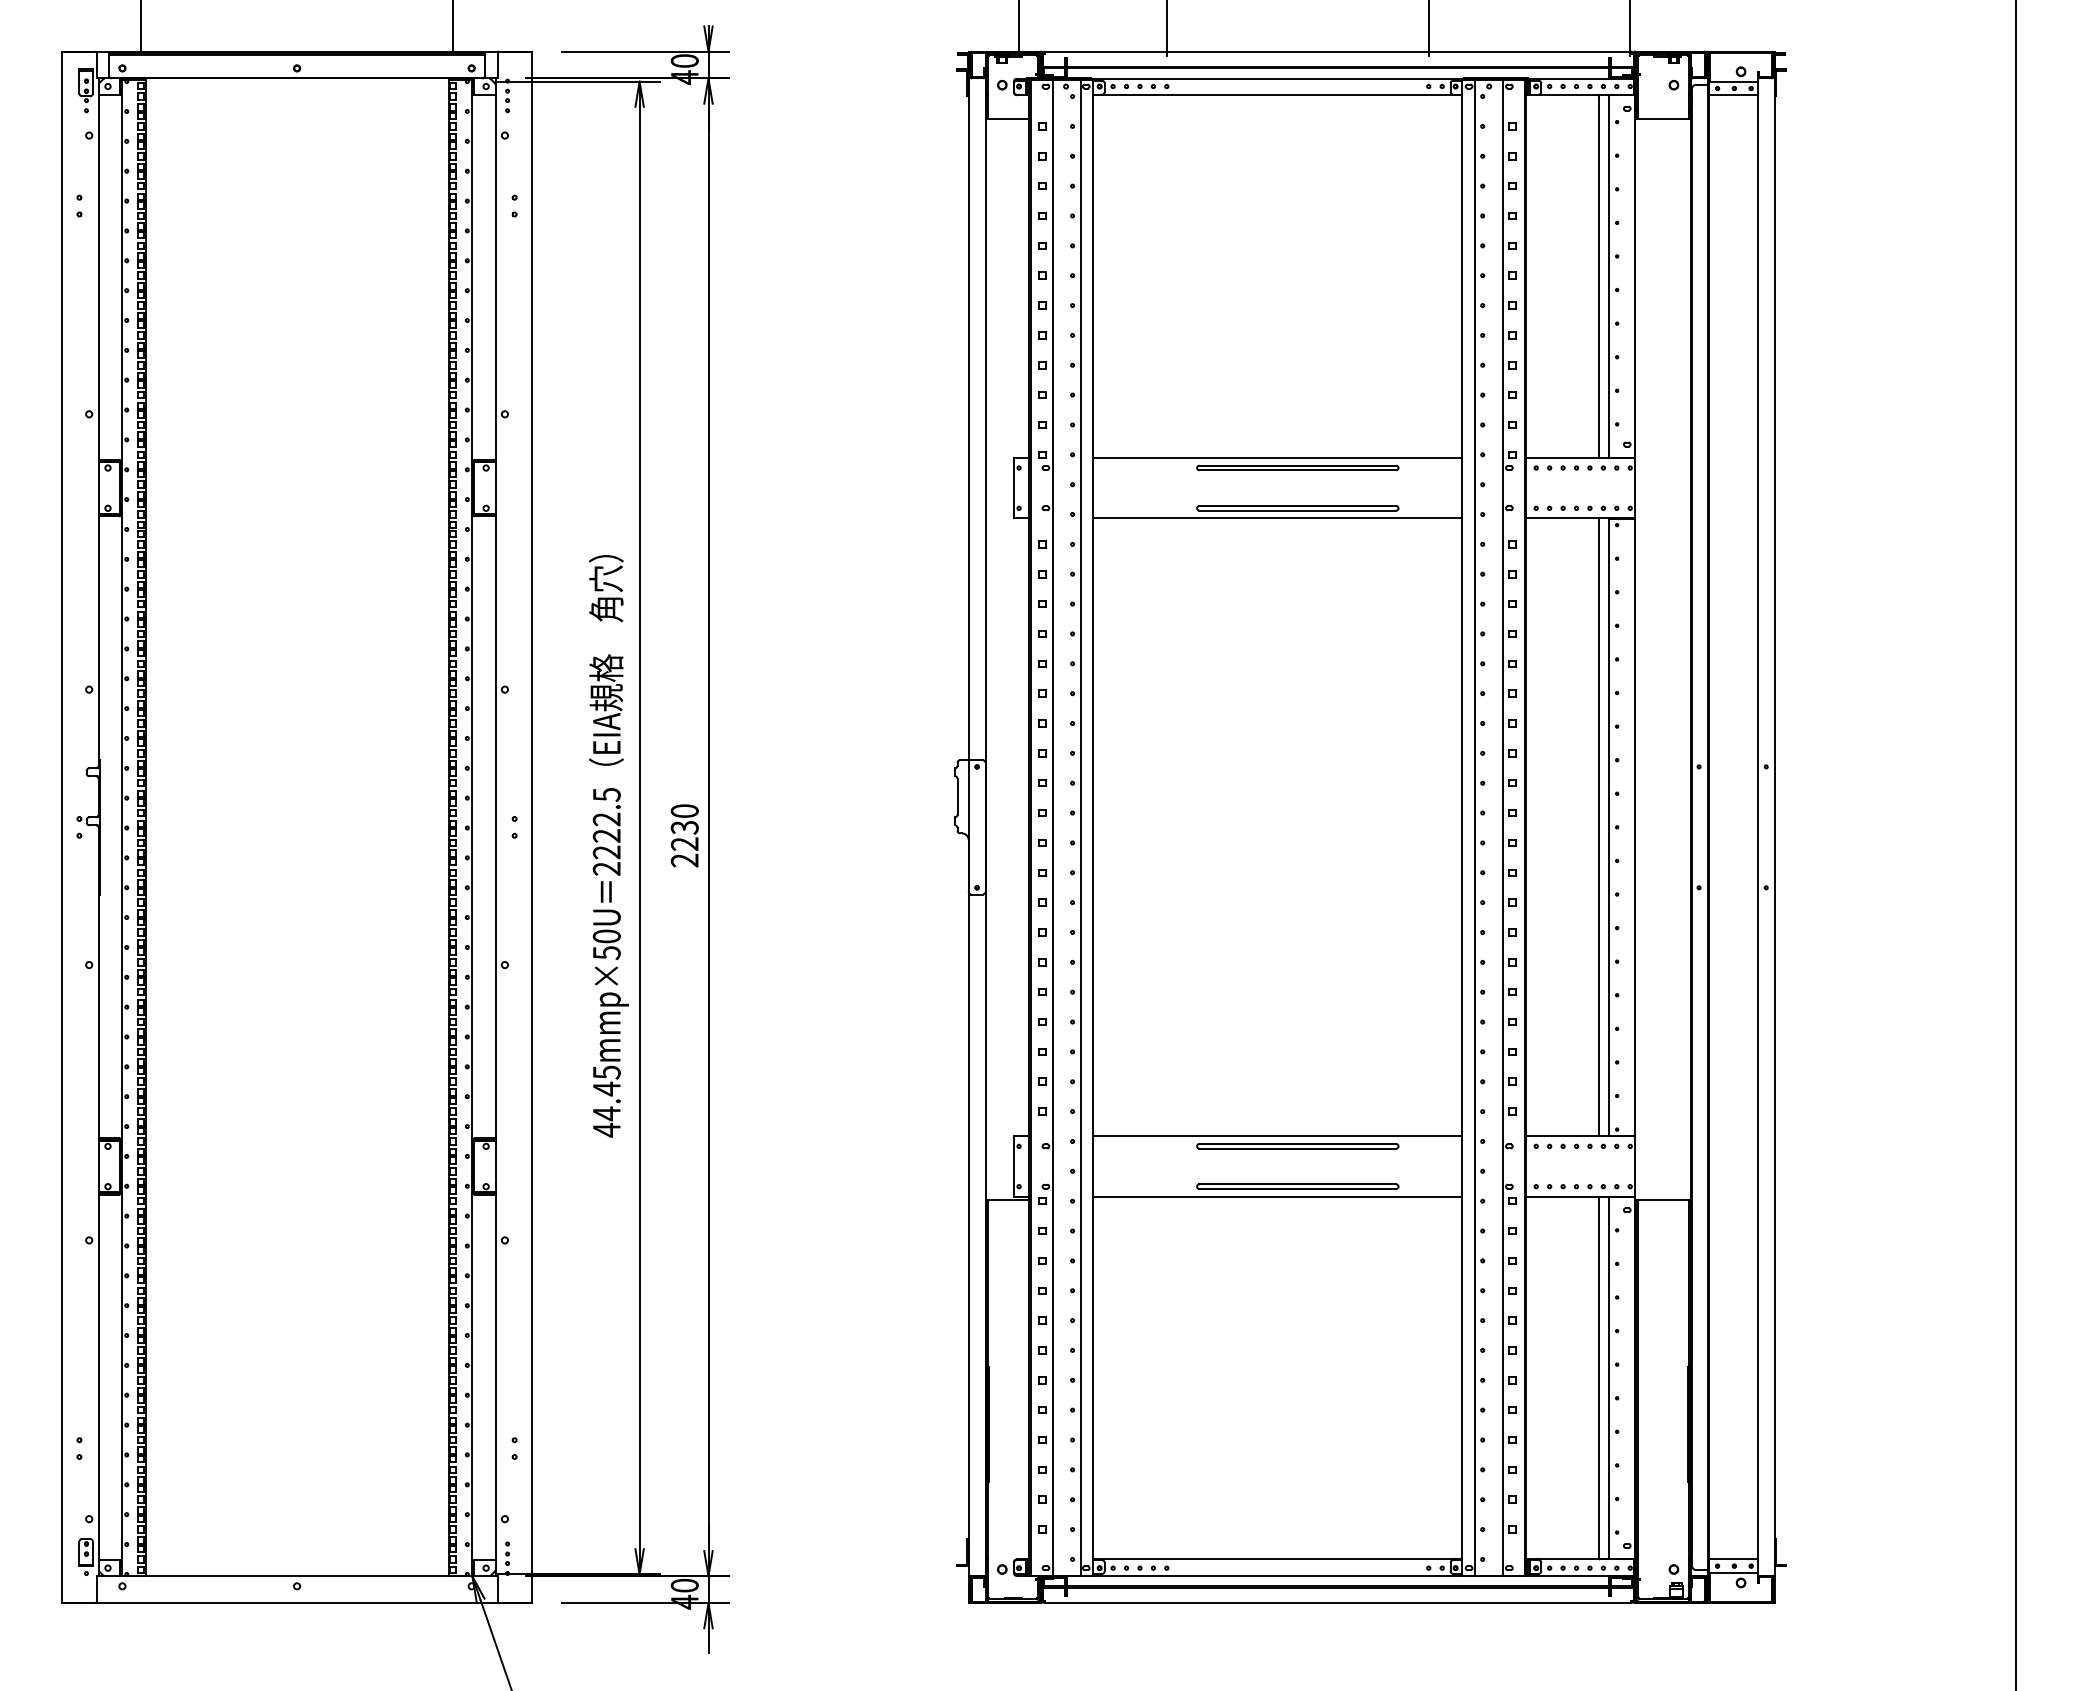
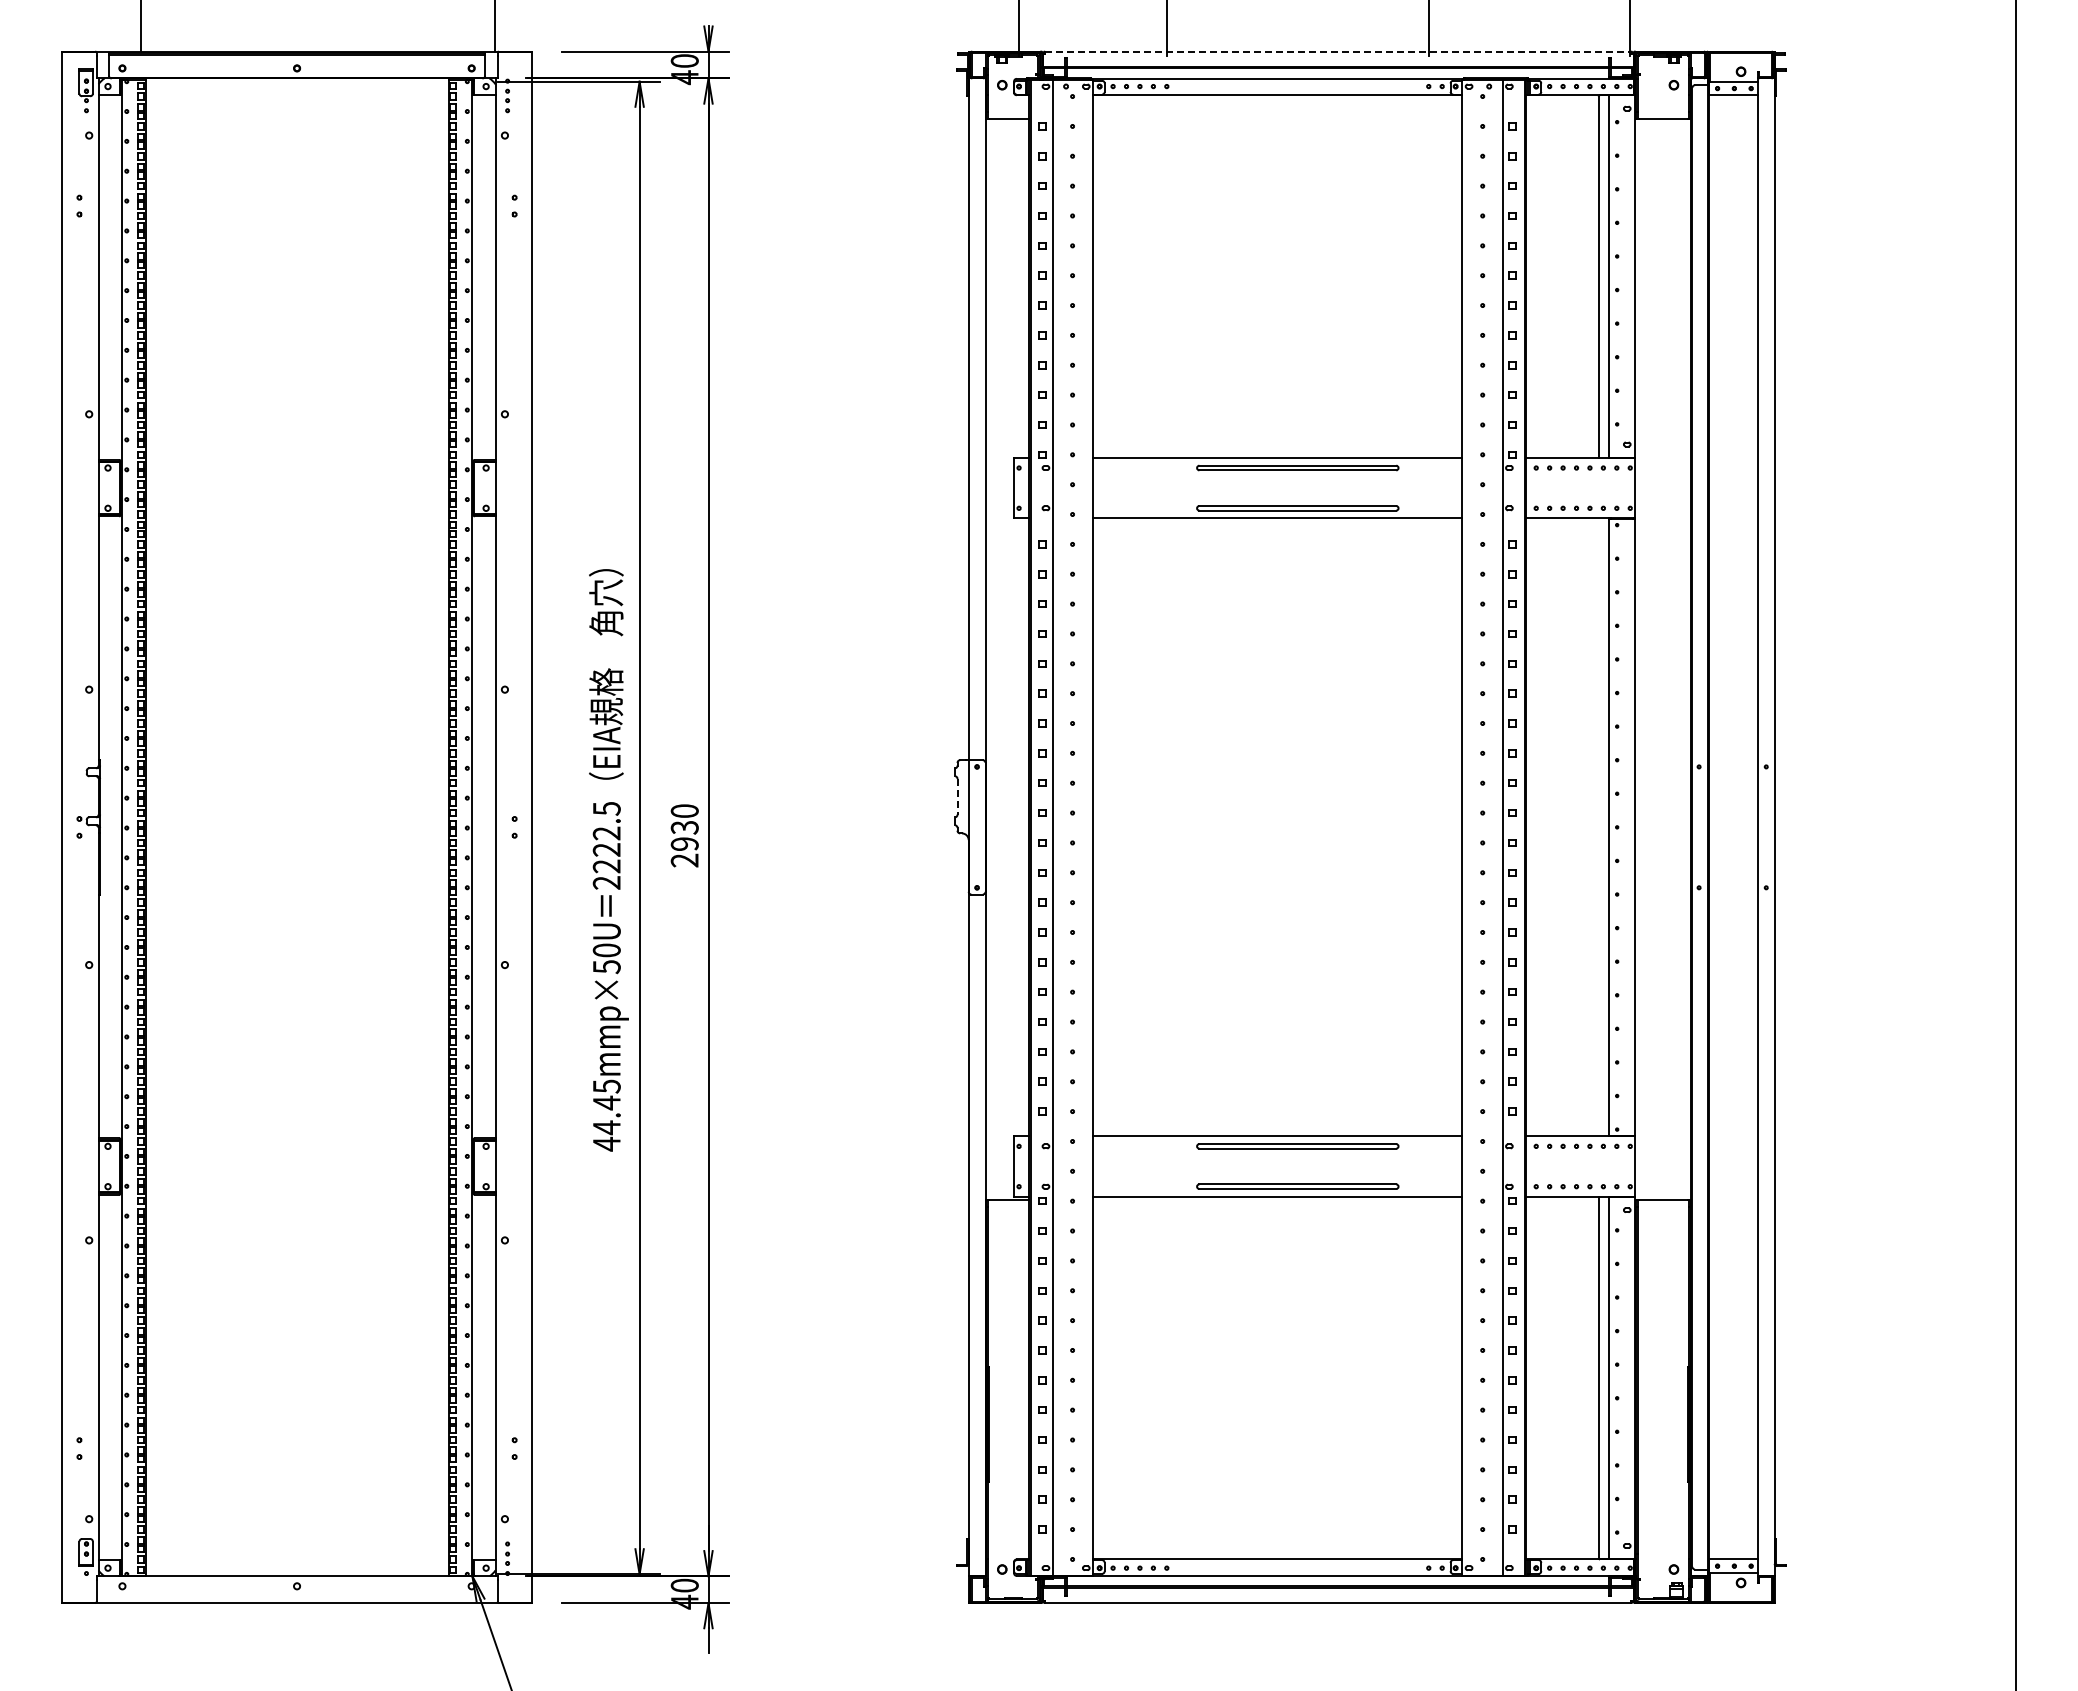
line at (453, 27) position: (453, 27) -> (495, 27)
line at (1338, 51): solid -> dashed
line at (957, 796): solid -> dashed
line at (1080, 827): present -> none
line at (1474, 827): present -> none
line at (1598, 827): present -> none
text at (684, 843): 2230 -> 2930
text at (608, 846) position: (608, 846) -> (608, 860)
